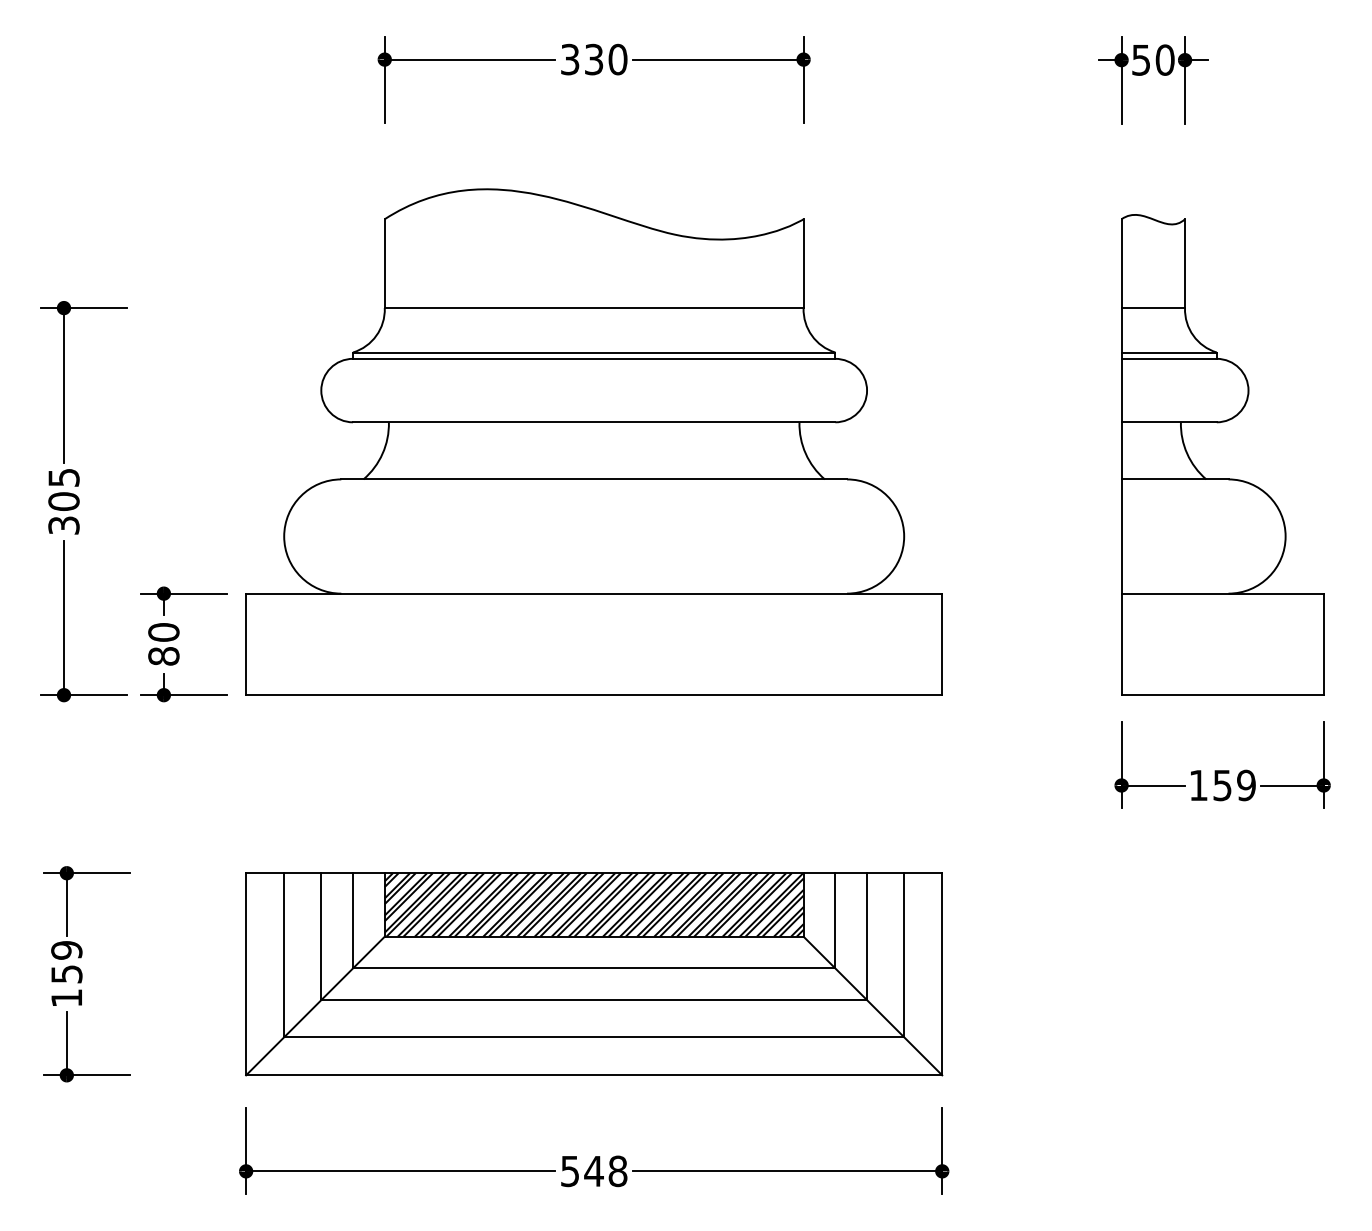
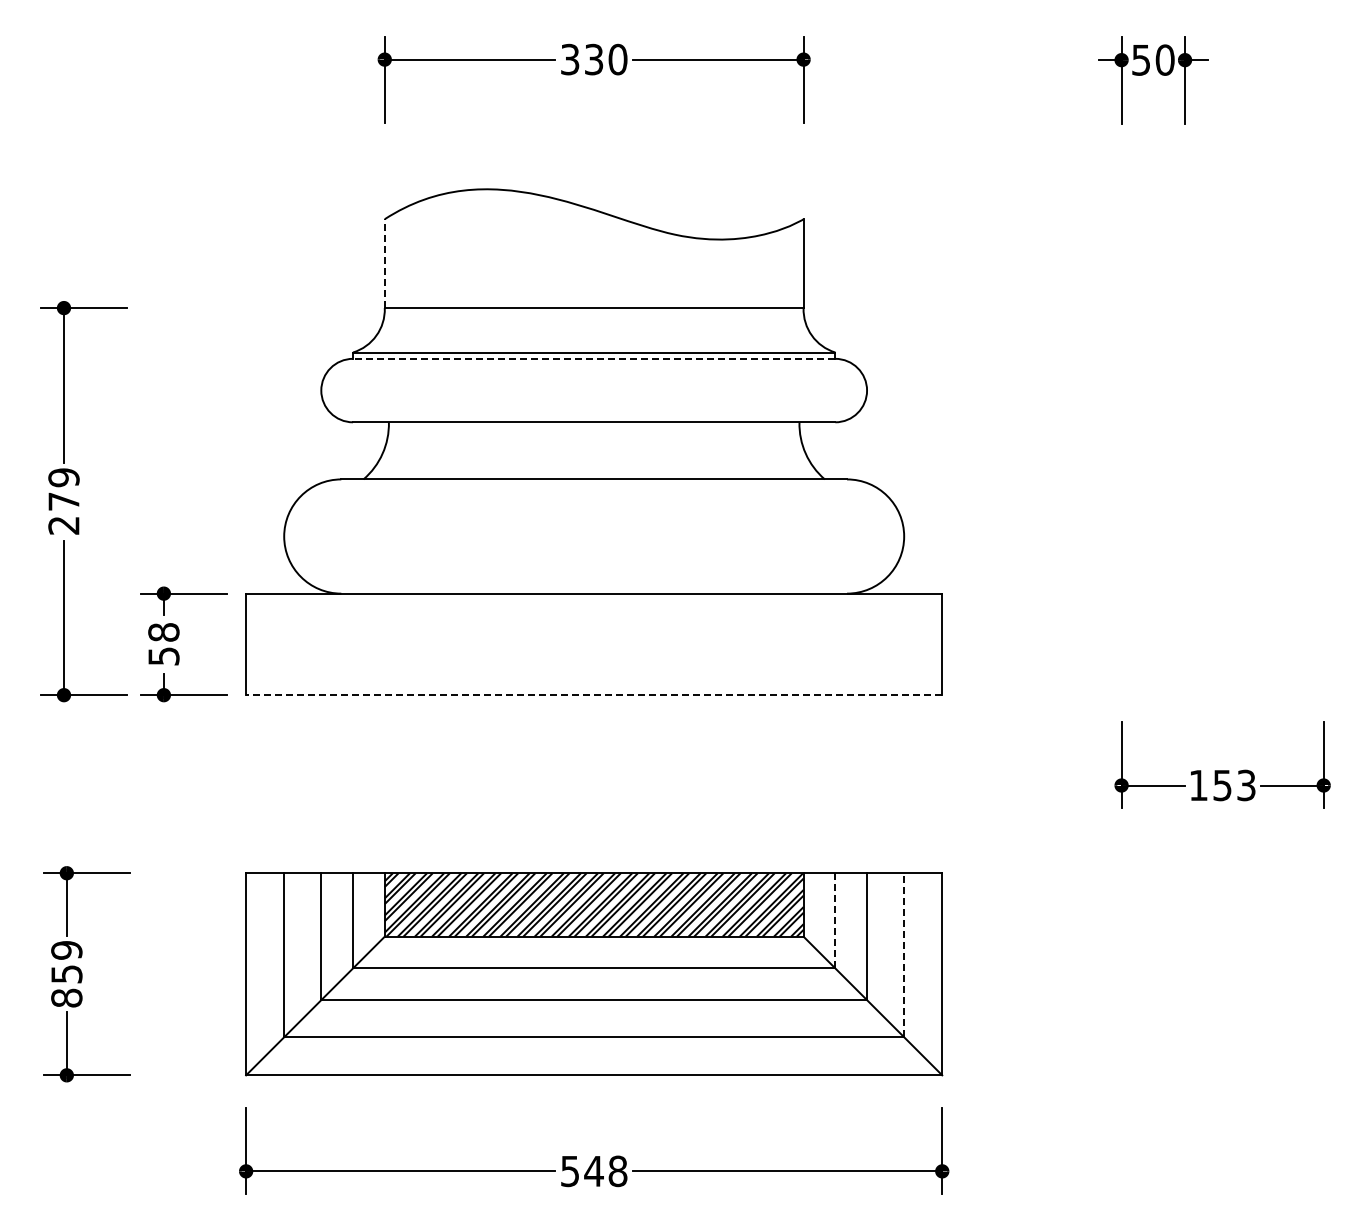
line at (384, 263): solid -> dashed
line at (593, 358): solid -> dashed
part at (1222, 478): present -> none
text at (63, 501): 305 -> 279
text at (163, 644): 80 -> 58
line at (593, 695): solid -> dashed
text at (1246, 785): 159 -> 153
line at (835, 920): solid -> dashed
line at (904, 954): solid -> dashed
text at (66, 997): 159 -> 859
